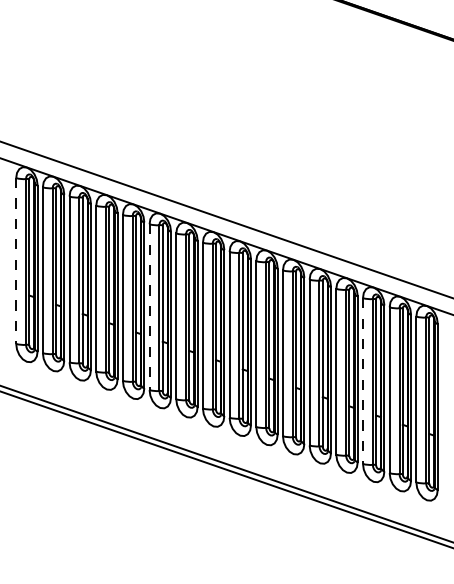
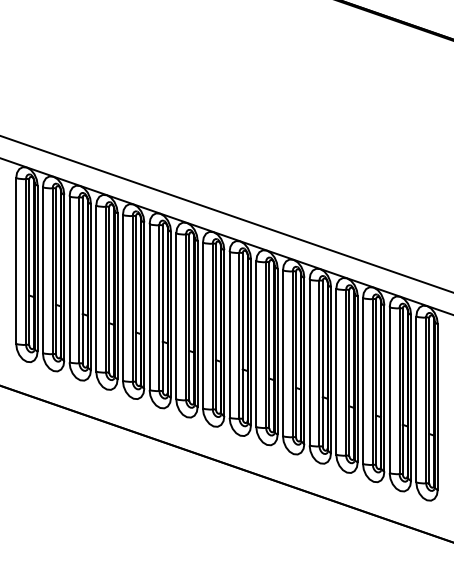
line at (226, 219) position: (226, 219) -> (226, 213)
line at (16, 261): dashed -> solid
line at (149, 307): dashed -> solid
line at (362, 381): dashed -> solid
line at (226, 469) position: (226, 469) -> (226, 463)
